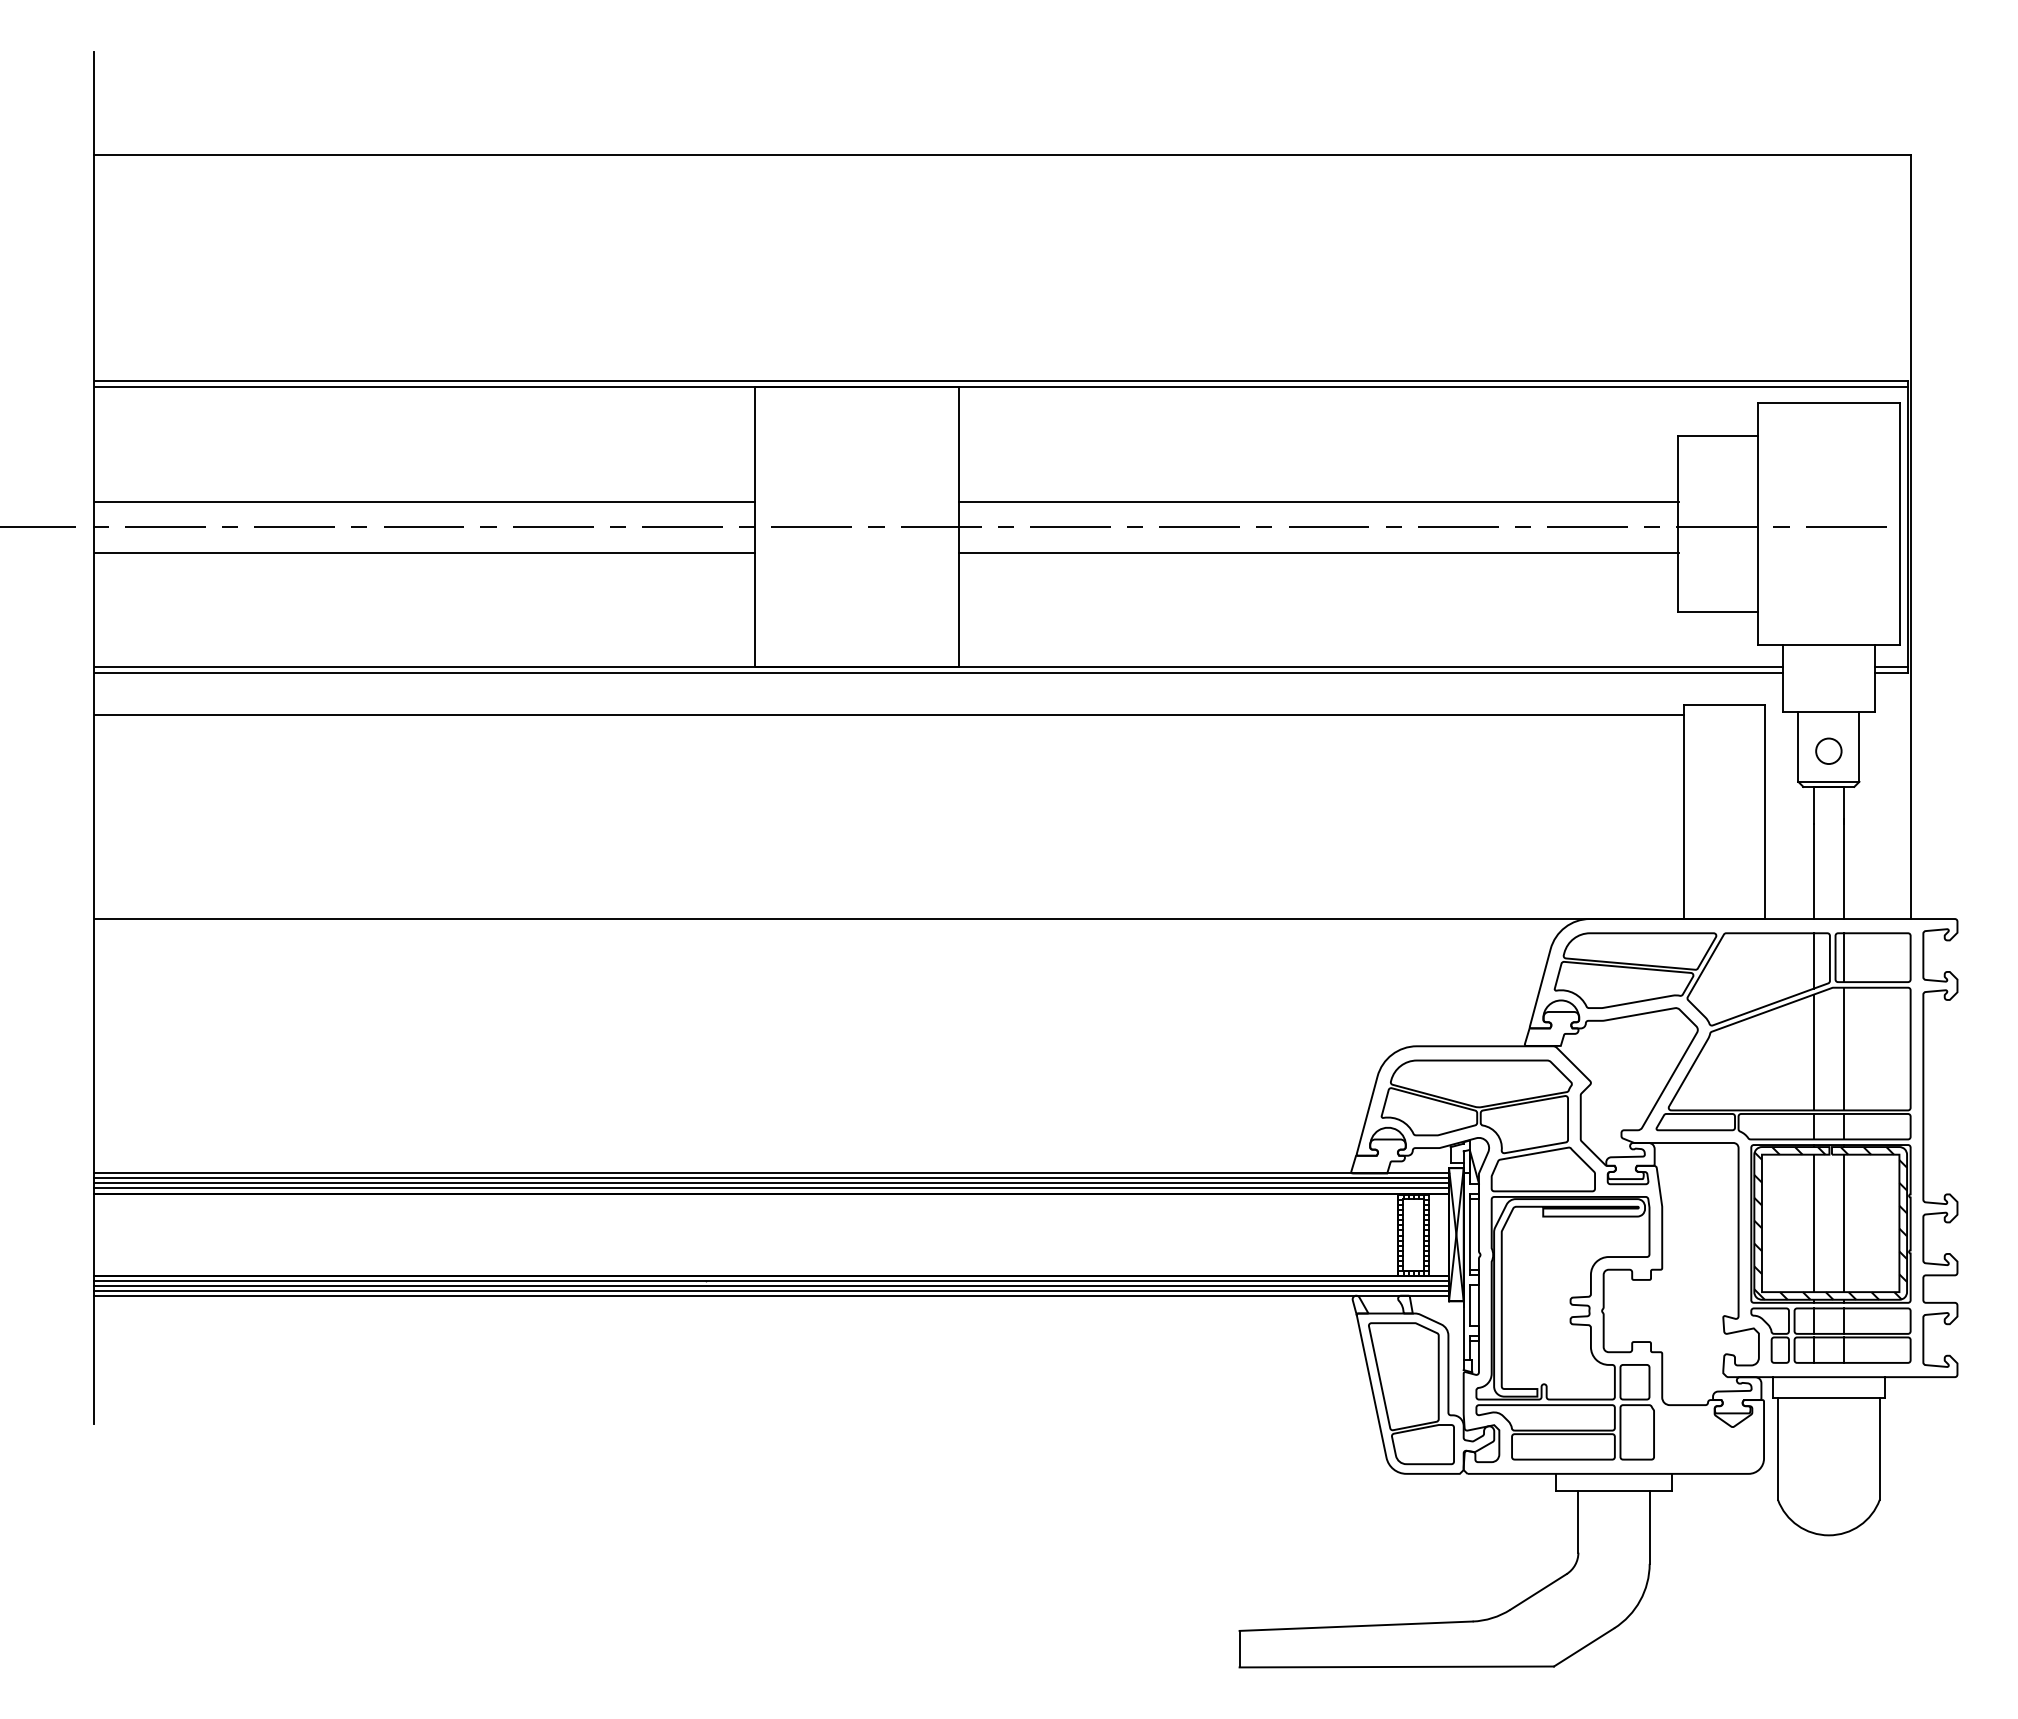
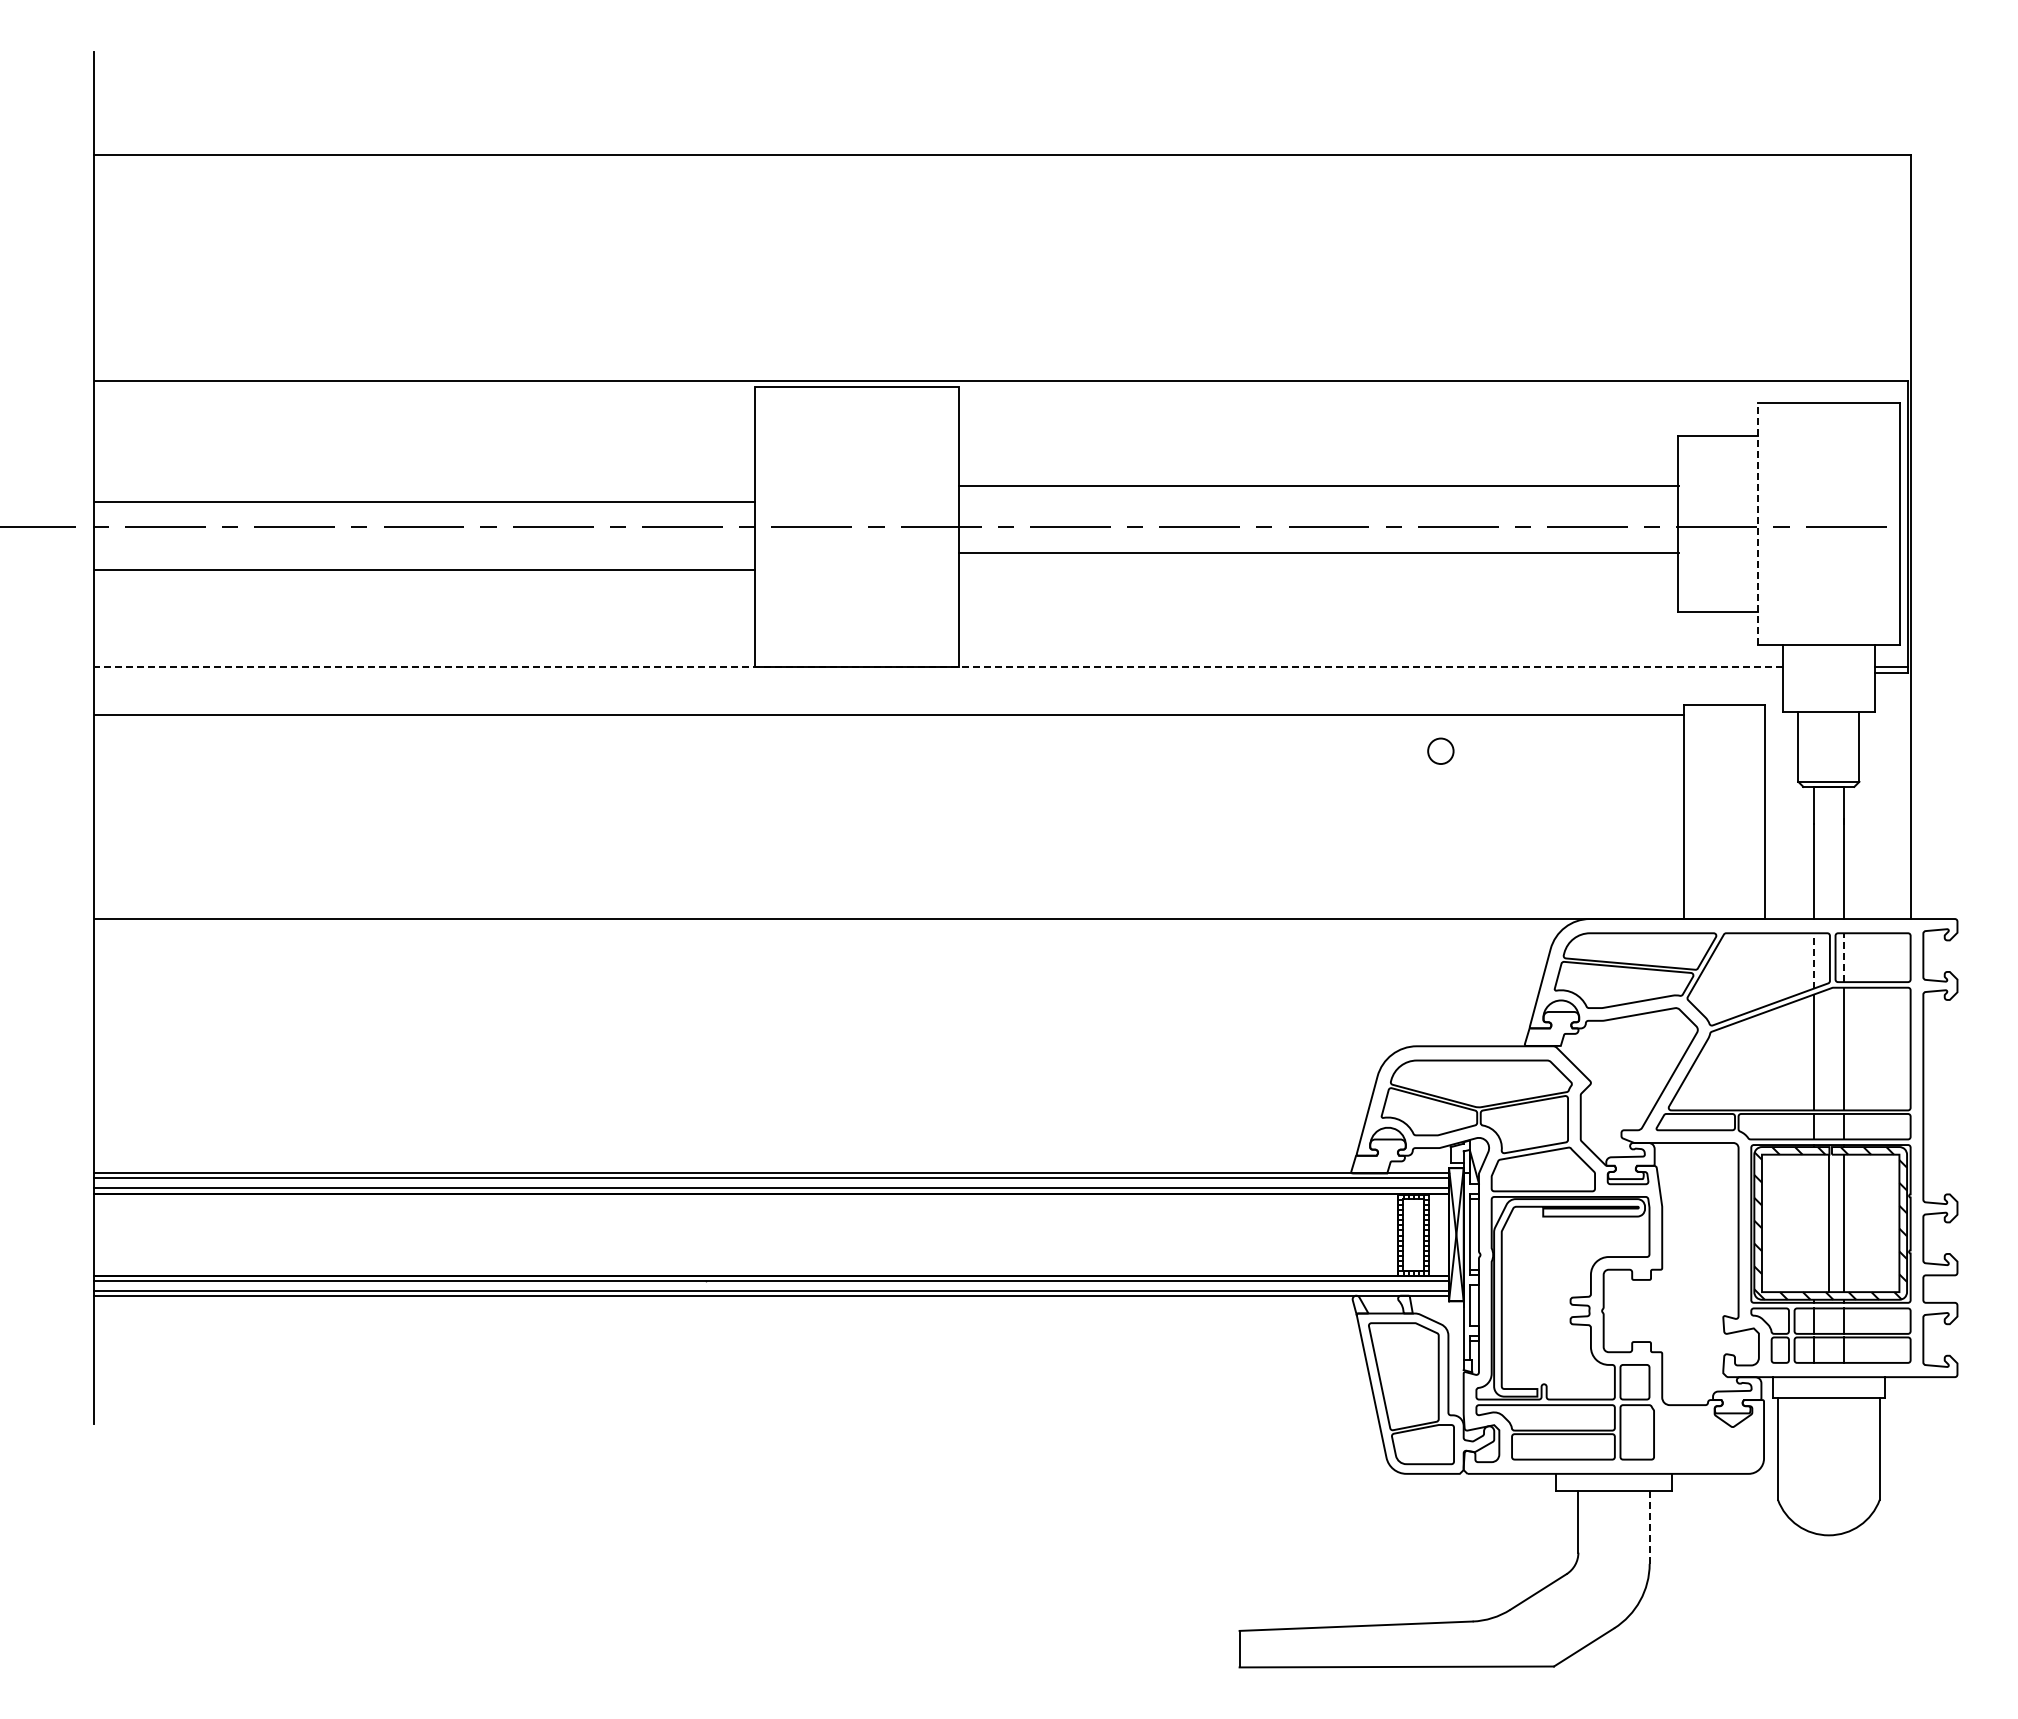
line at (1000, 387): present -> none
line at (1318, 501) position: (1318, 501) -> (1318, 485)
line at (1757, 523): solid -> dashed
line at (424, 552) position: (424, 552) -> (424, 569)
line at (938, 667): solid -> dashed
line at (938, 673): present -> none
circle at (1828, 750) position: (1828, 750) -> (1440, 750)
line at (1844, 957): solid -> dashed
line at (1813, 961): solid -> dashed
line at (771, 1183): present -> none
line at (1813, 1223) position: (1813, 1223) -> (1828, 1223)
line at (771, 1286): present -> none
line at (1649, 1527): solid -> dashed
